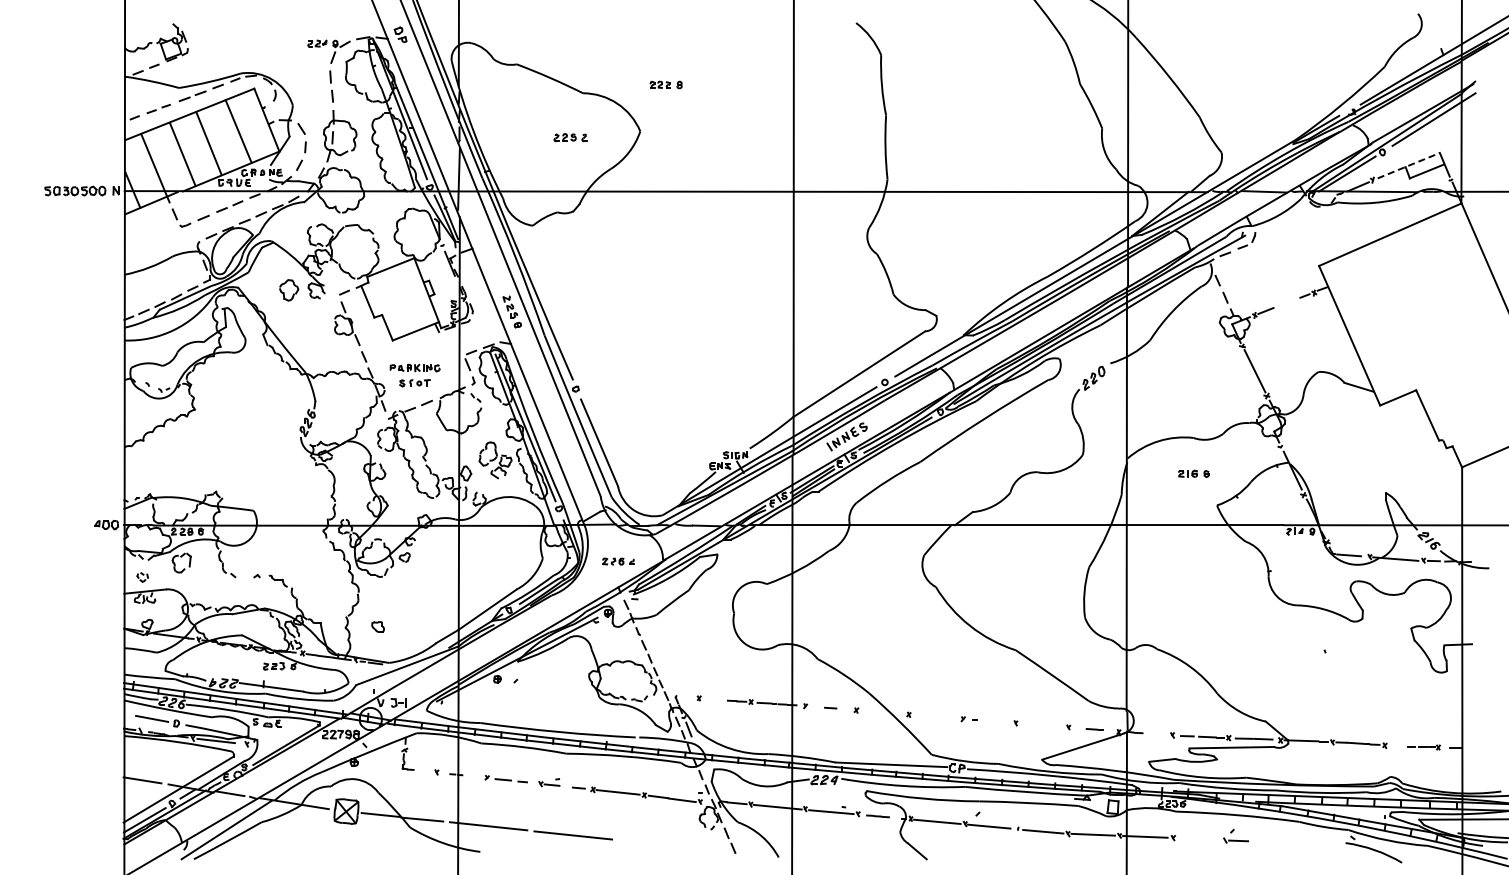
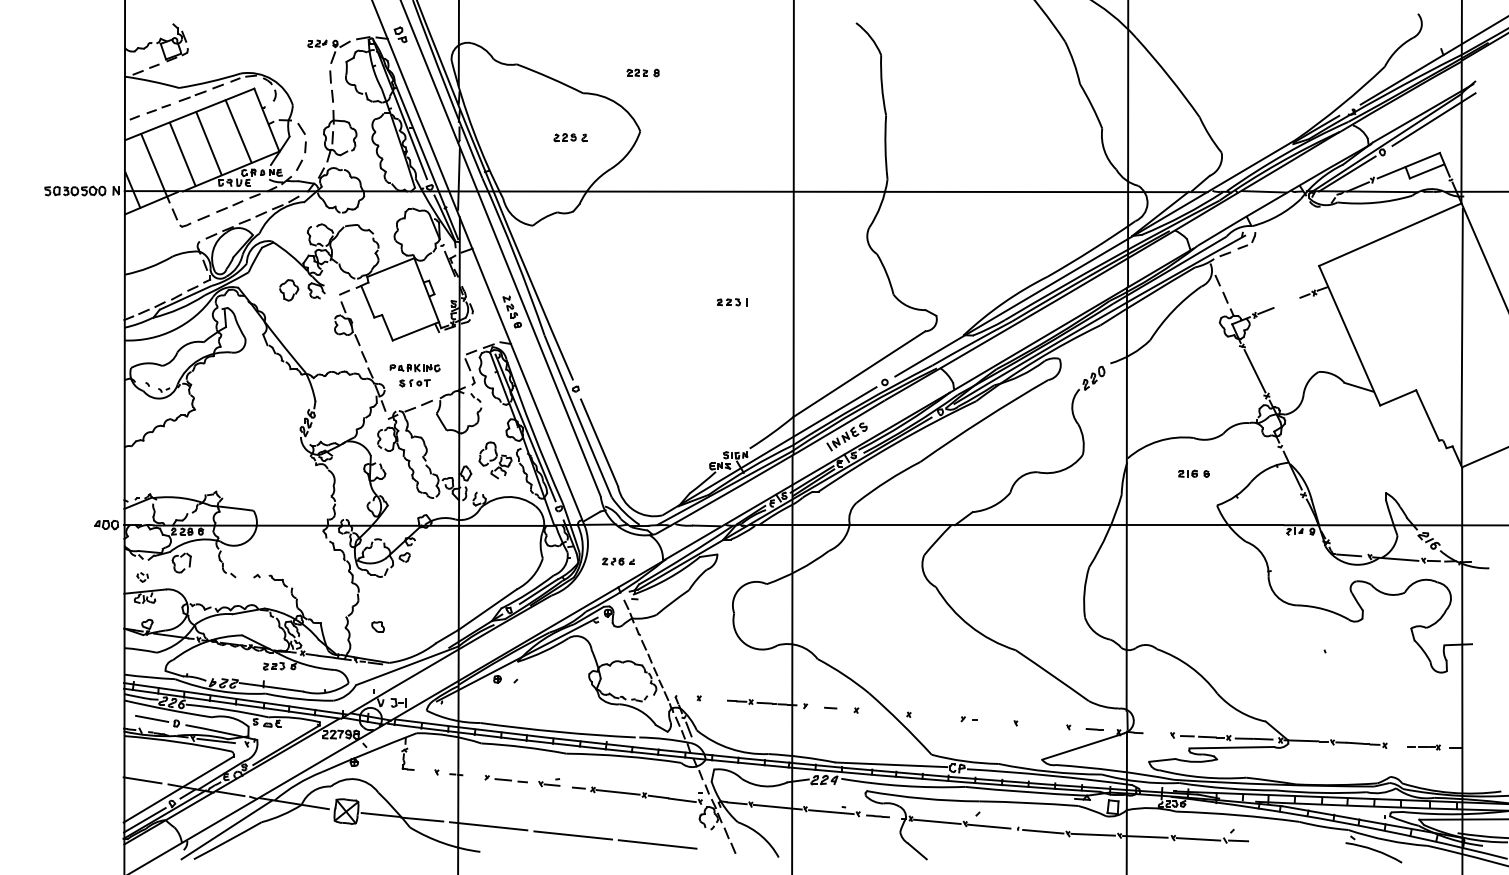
part at (665, 84) position: (665, 84) -> (642, 72)
line at (1408, 165): dashed -> solid
part at (732, 302): none -> present
line at (1461, 336): none -> present
line at (1198, 839): none -> present
line at (657, 844): none -> present
